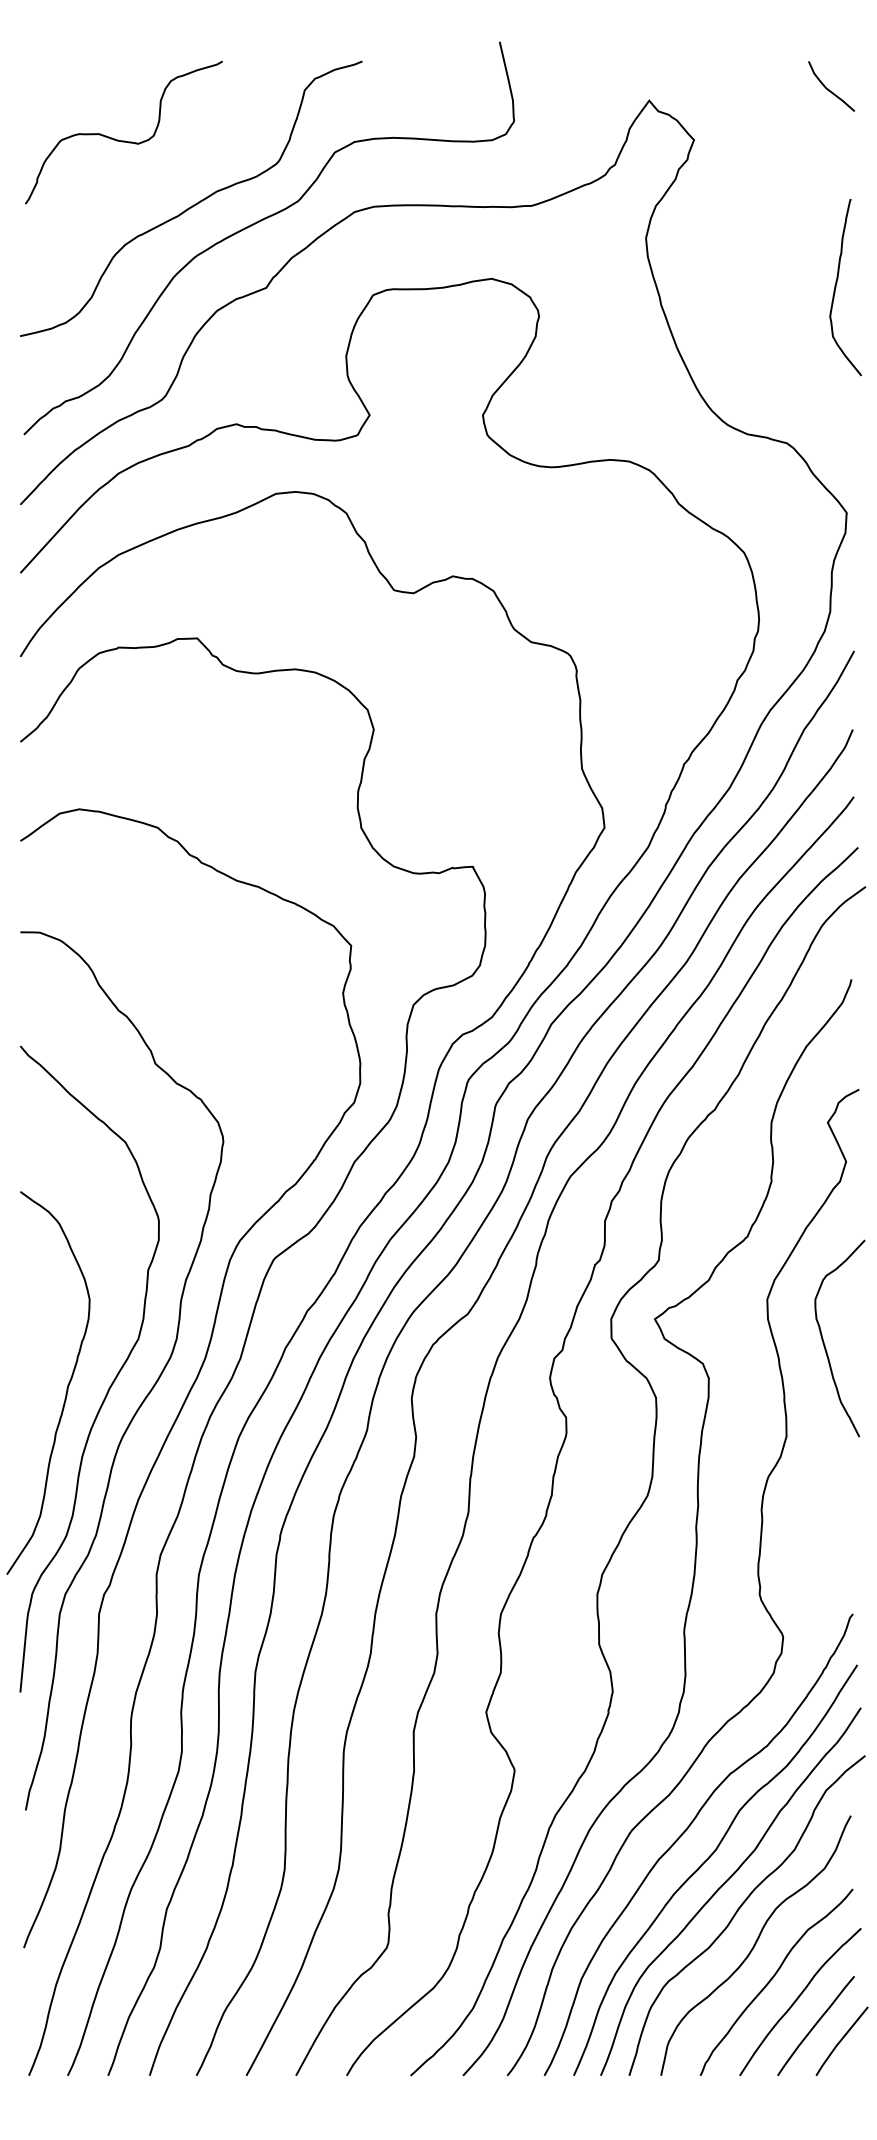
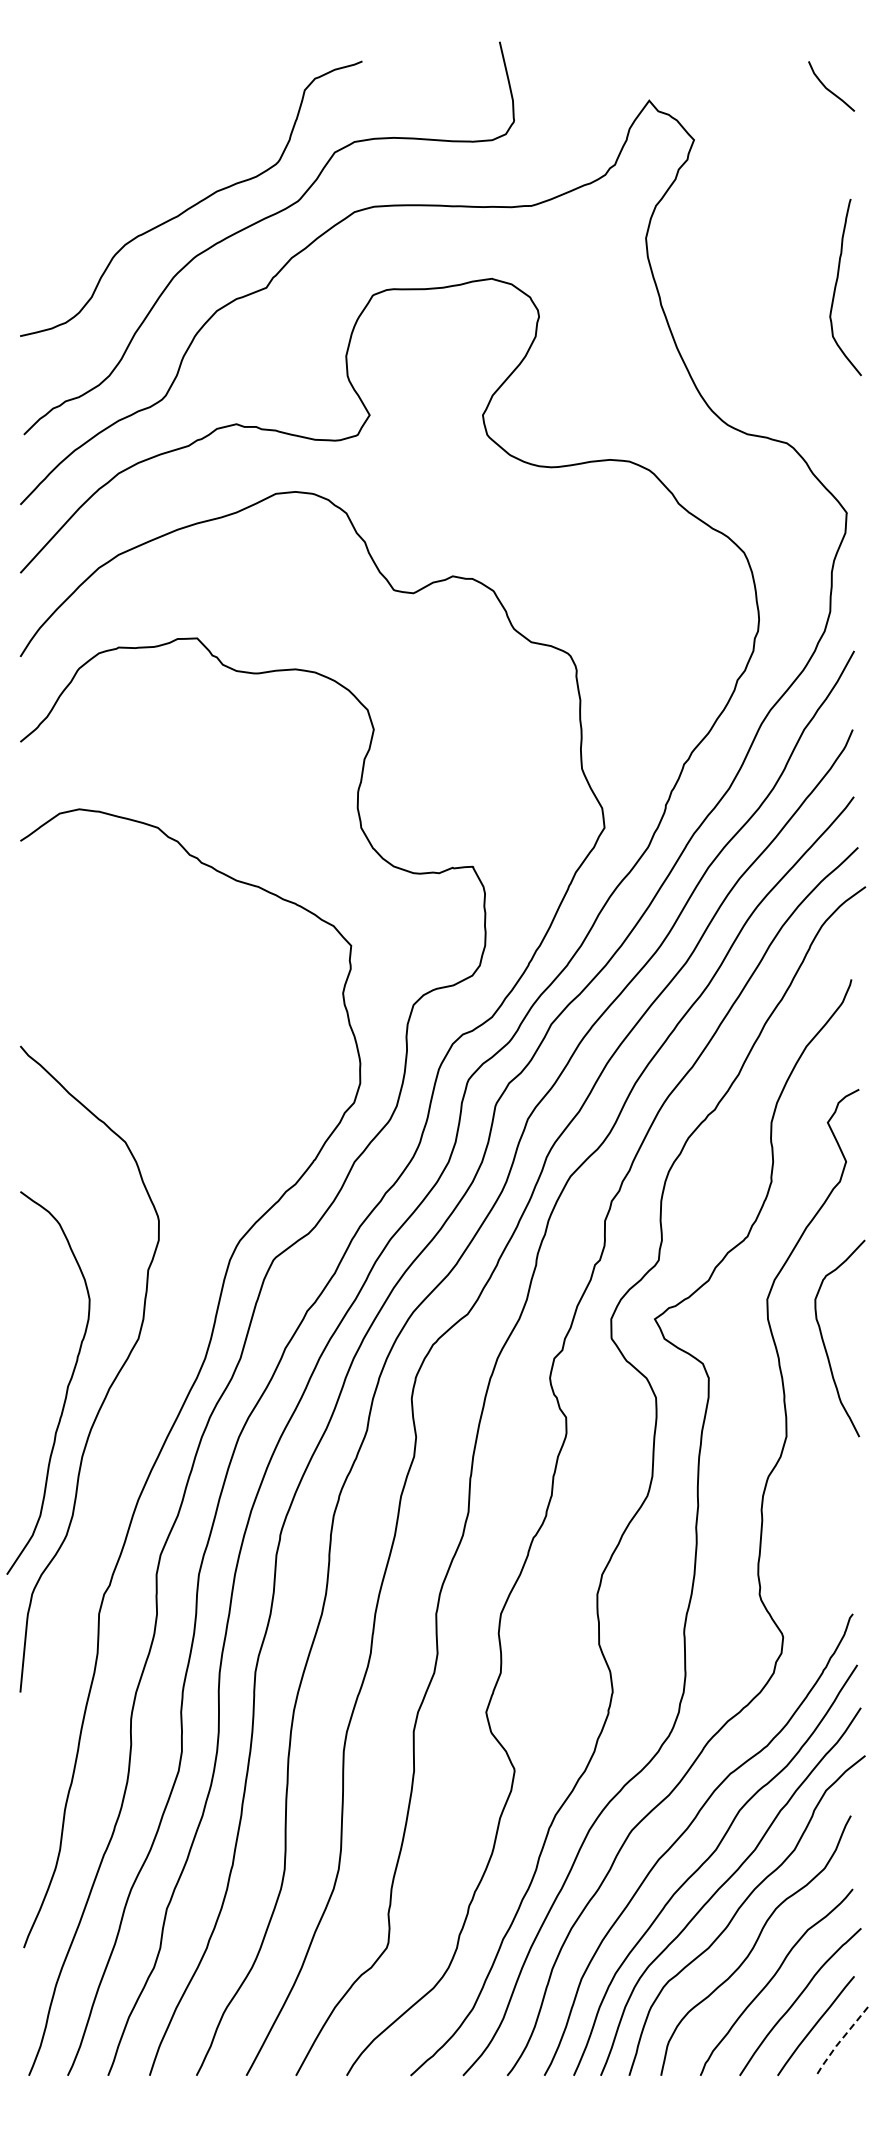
curve at (123, 140): present -> none
curve at (150, 1389): present -> none
line at (839, 2041): solid -> dashed
